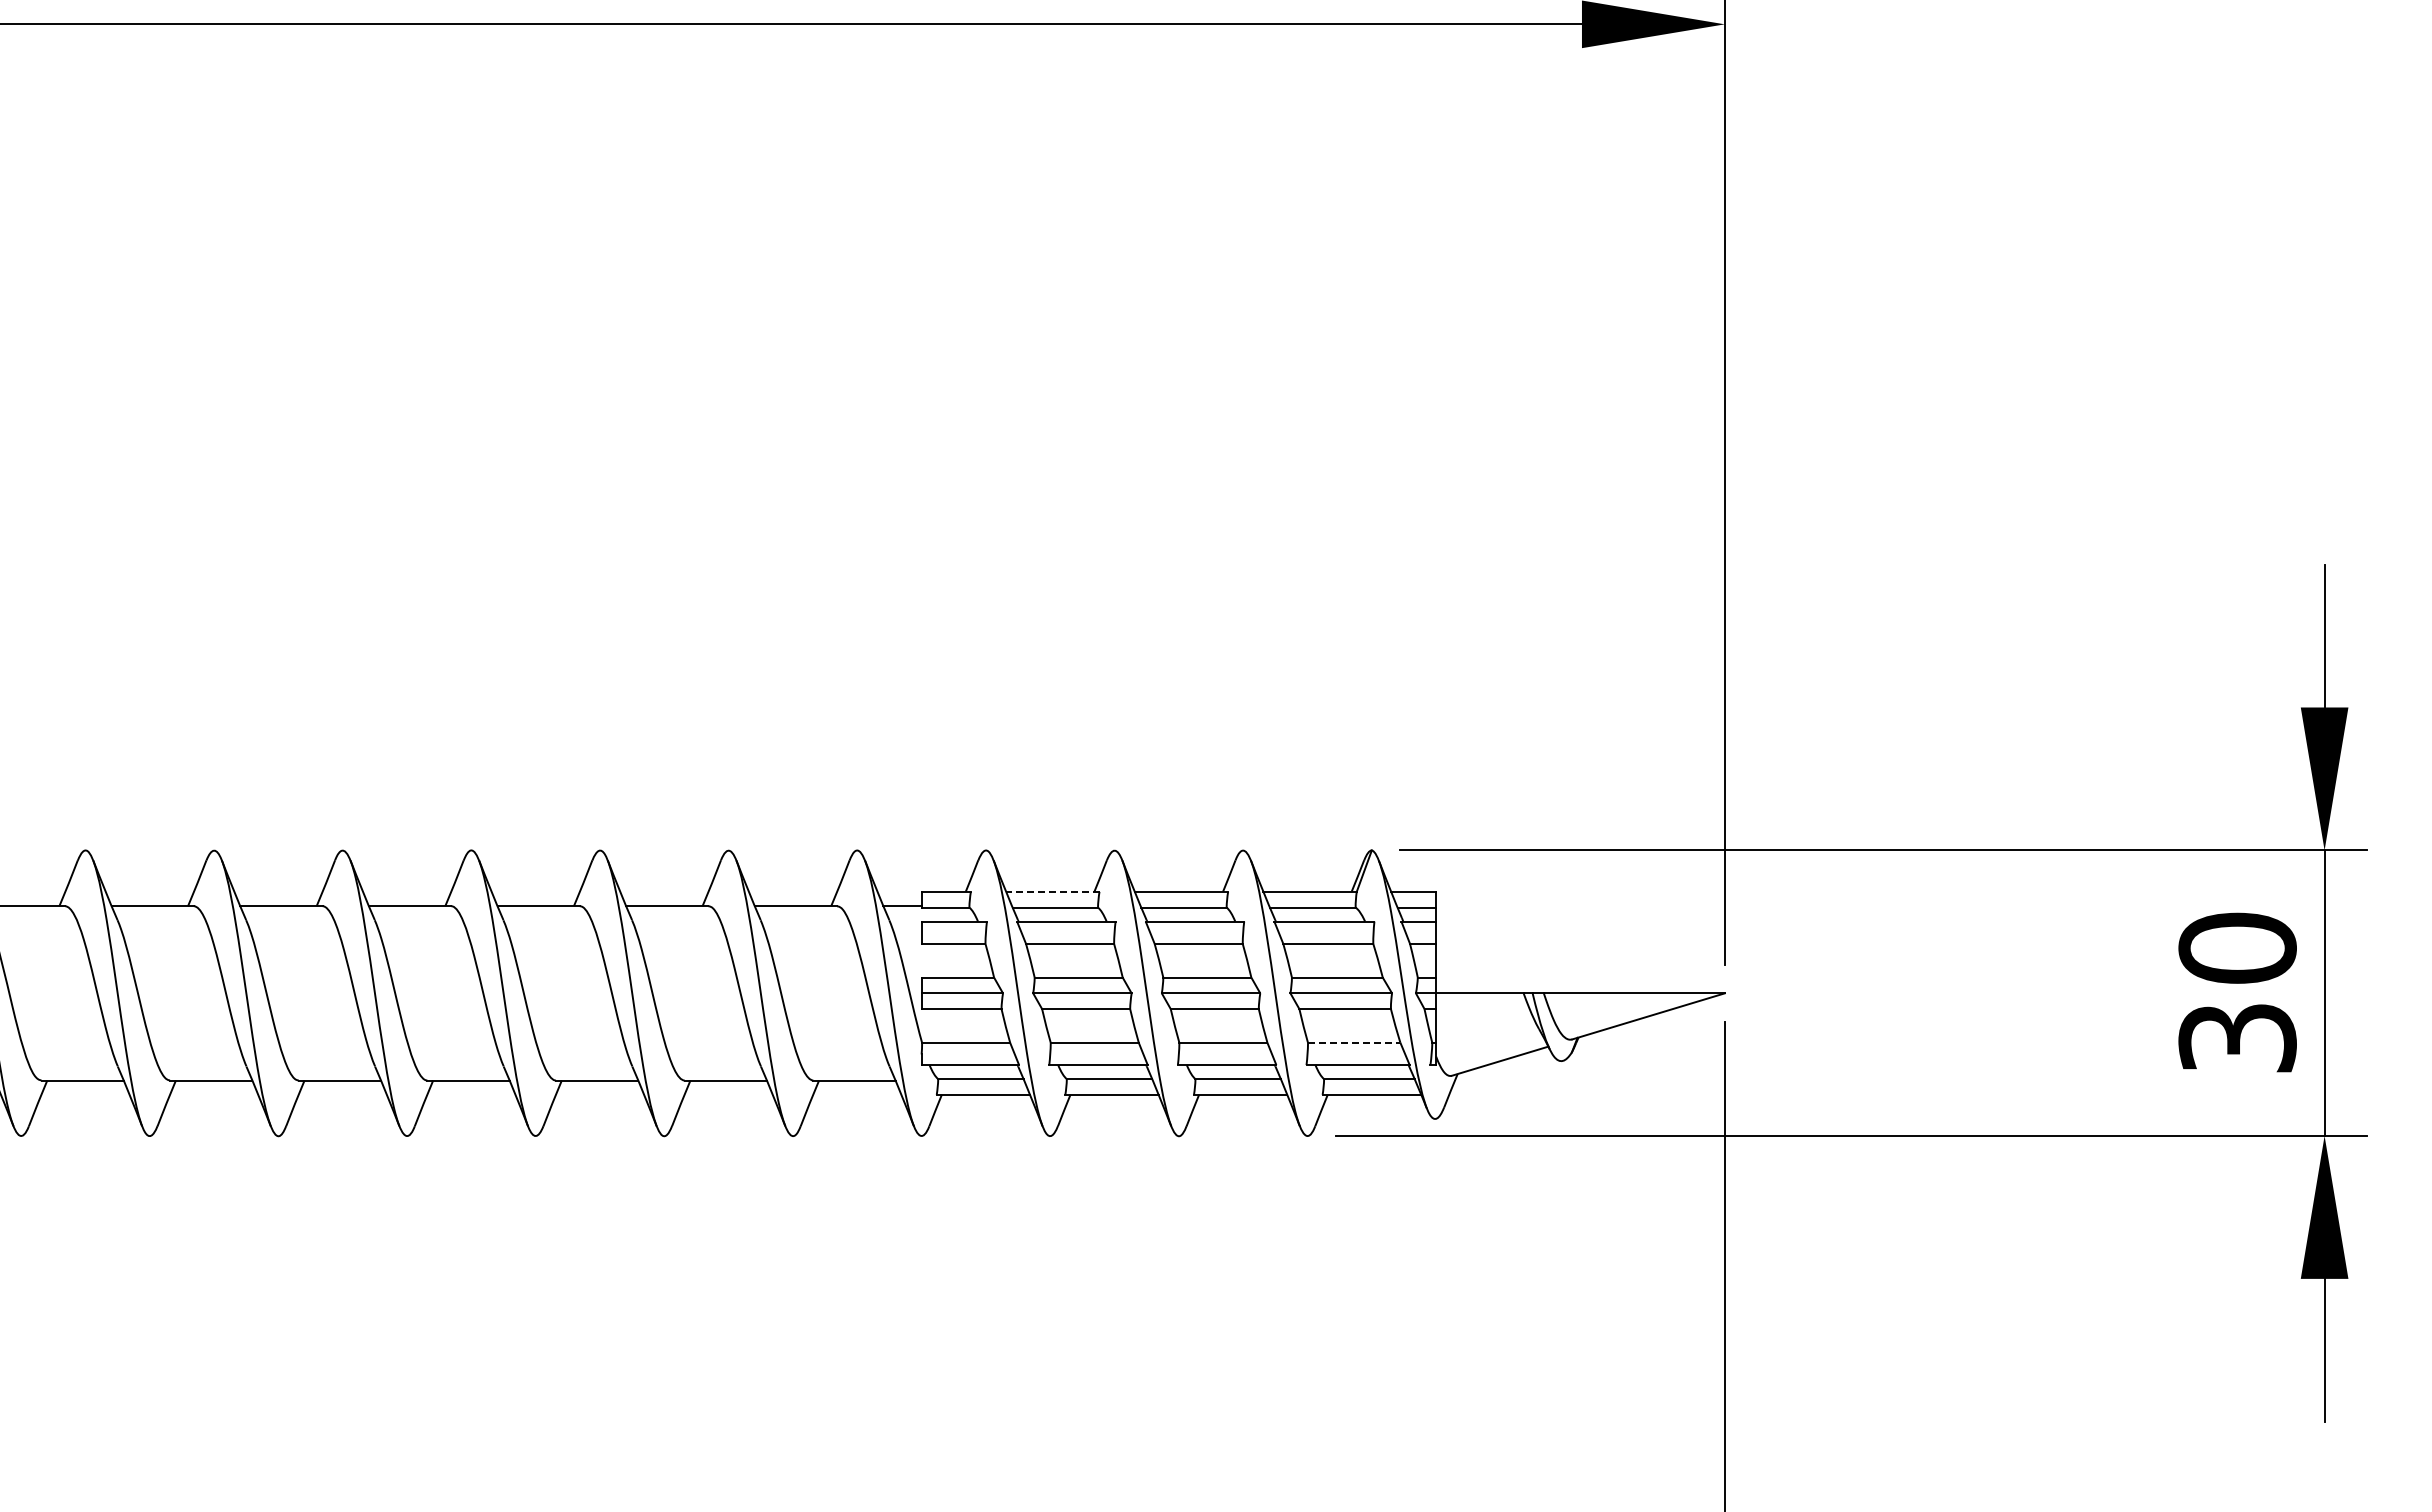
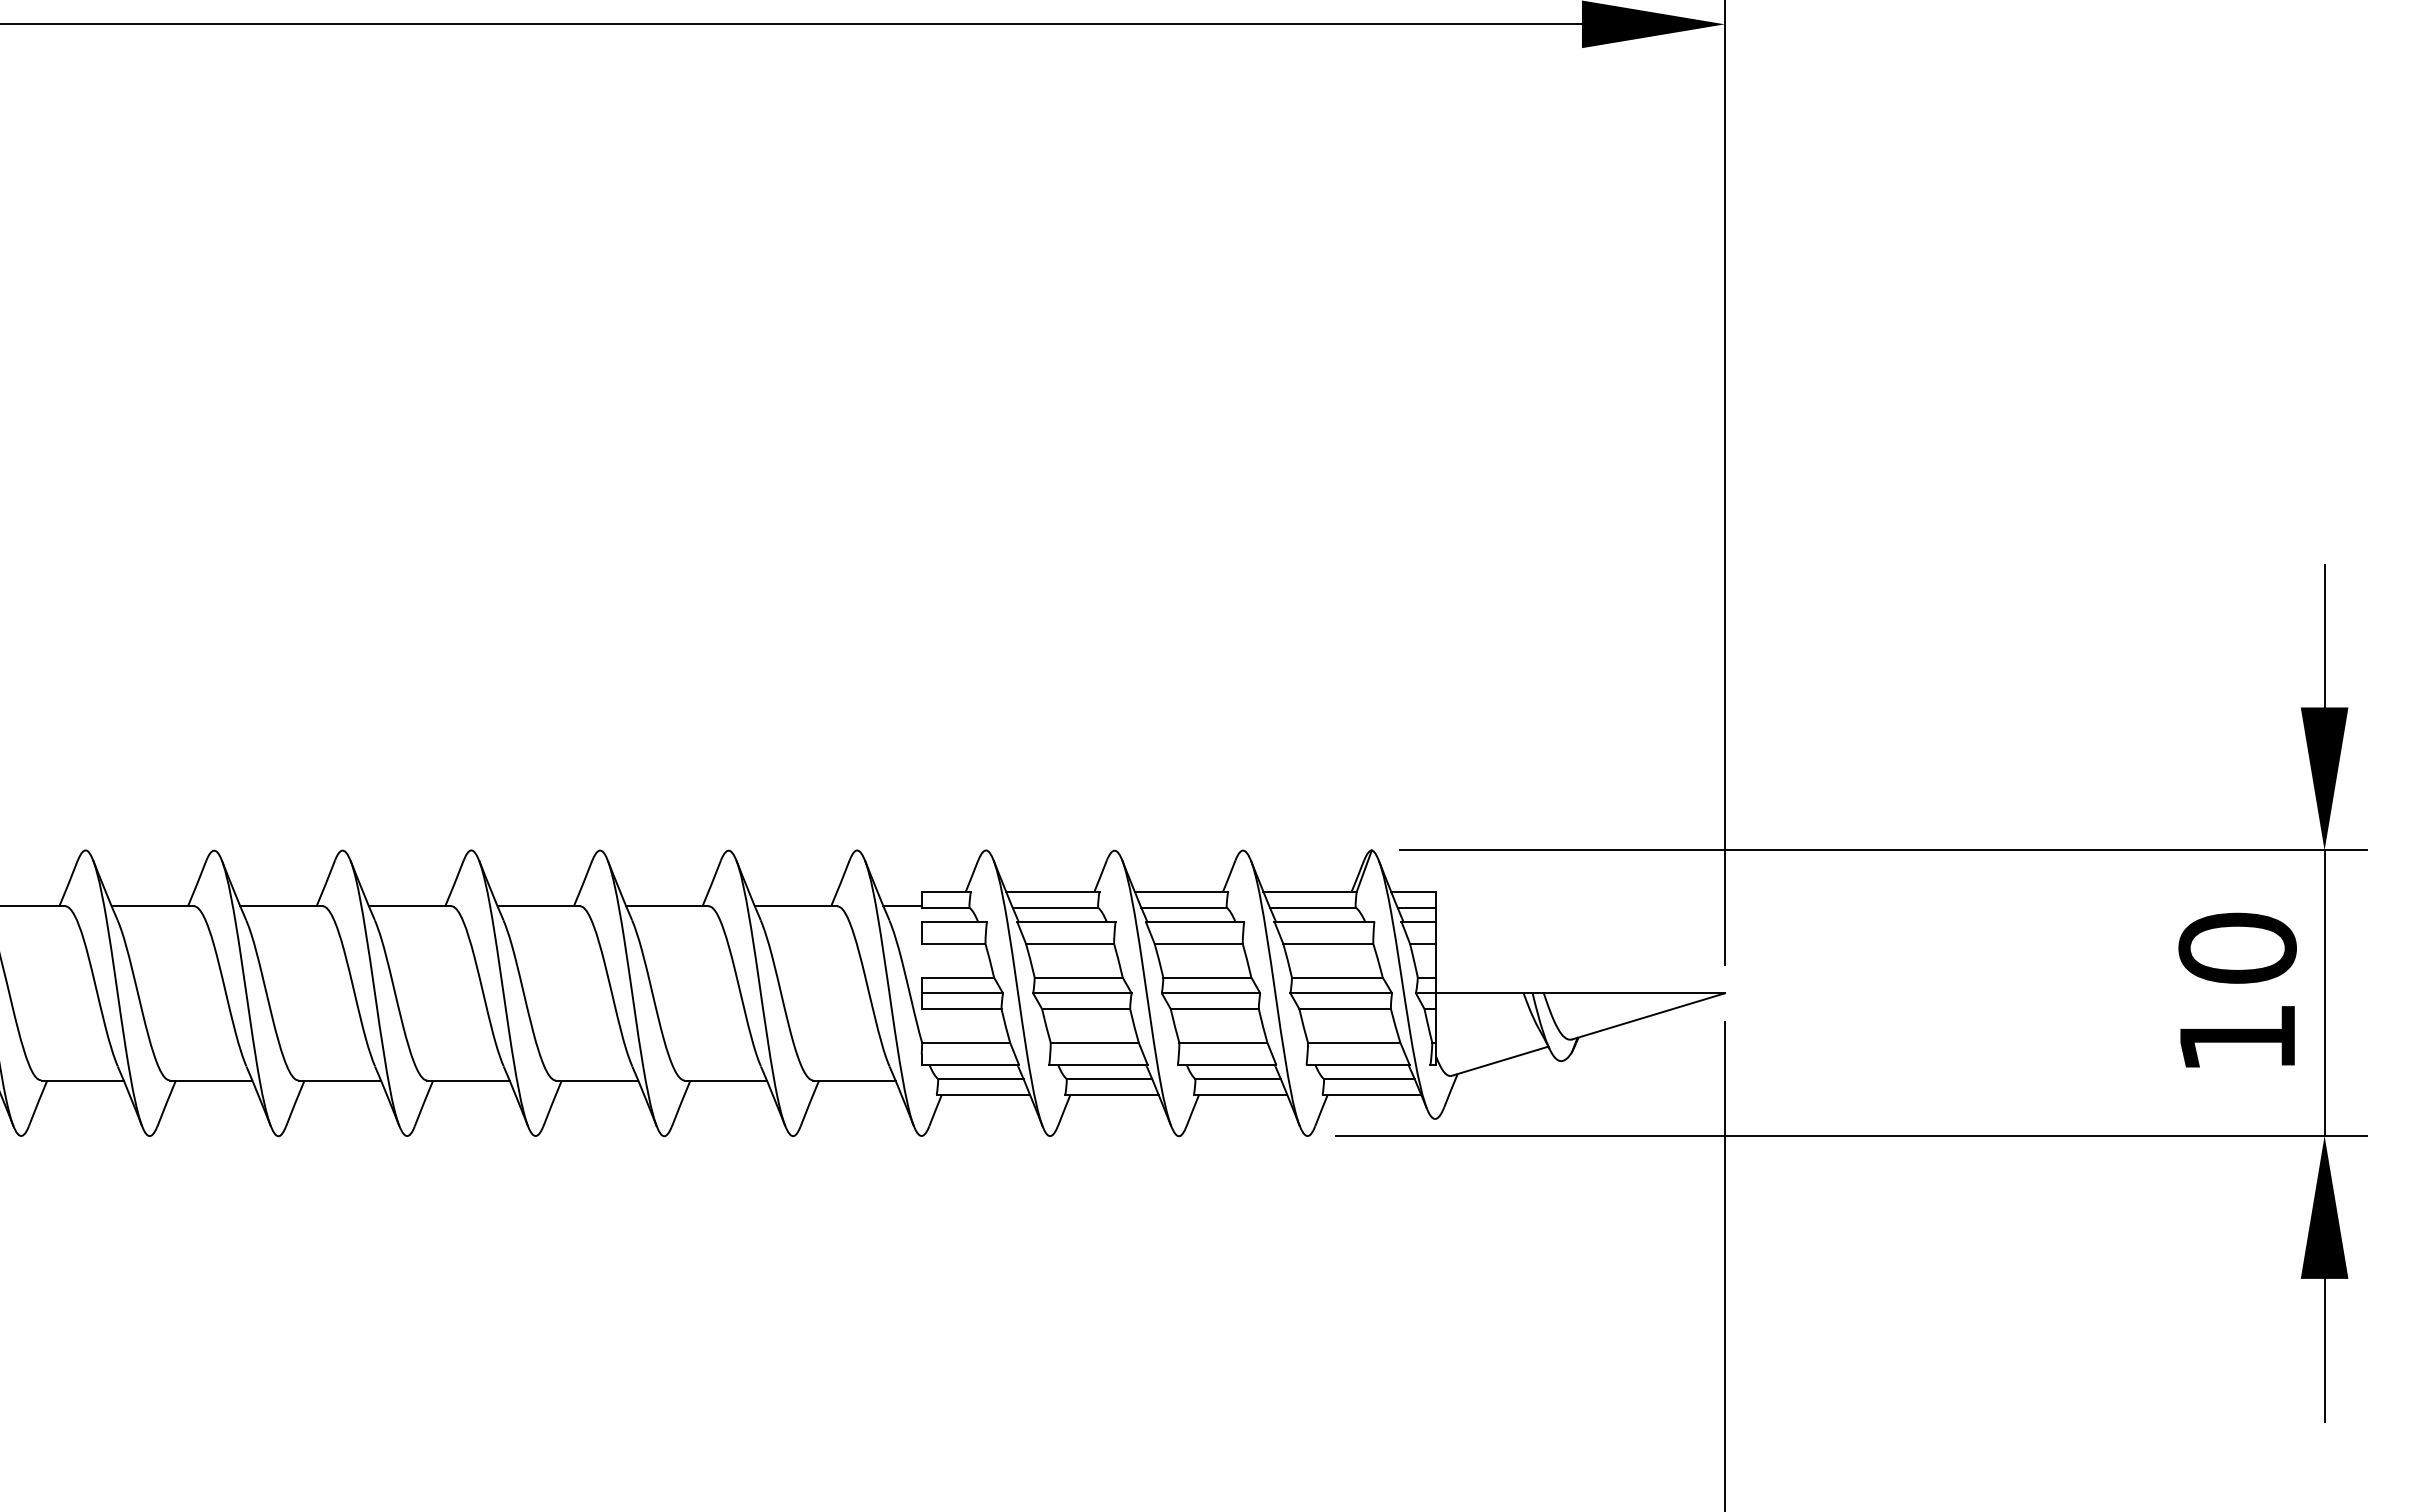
line at (1052, 891): dashed -> solid
text at (2237, 1038): 30 -> 10
line at (1354, 1042): dashed -> solid
